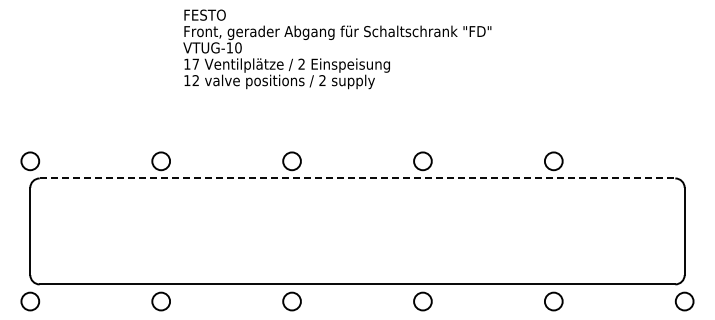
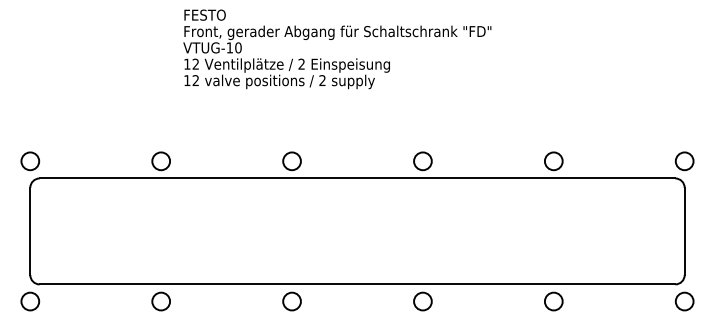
text at (195, 63): 17 -> 12
circle at (684, 161): none -> present
line at (357, 178): dashed -> solid
